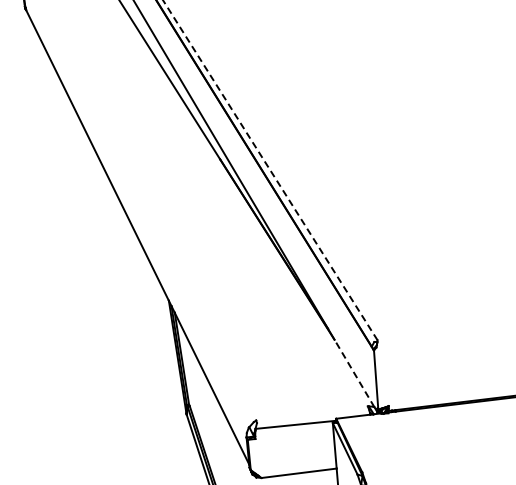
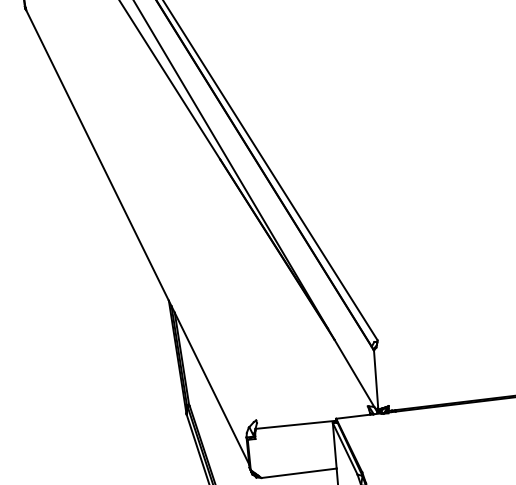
line at (270, 170): dashed -> solid
line at (354, 373): dashed -> solid
